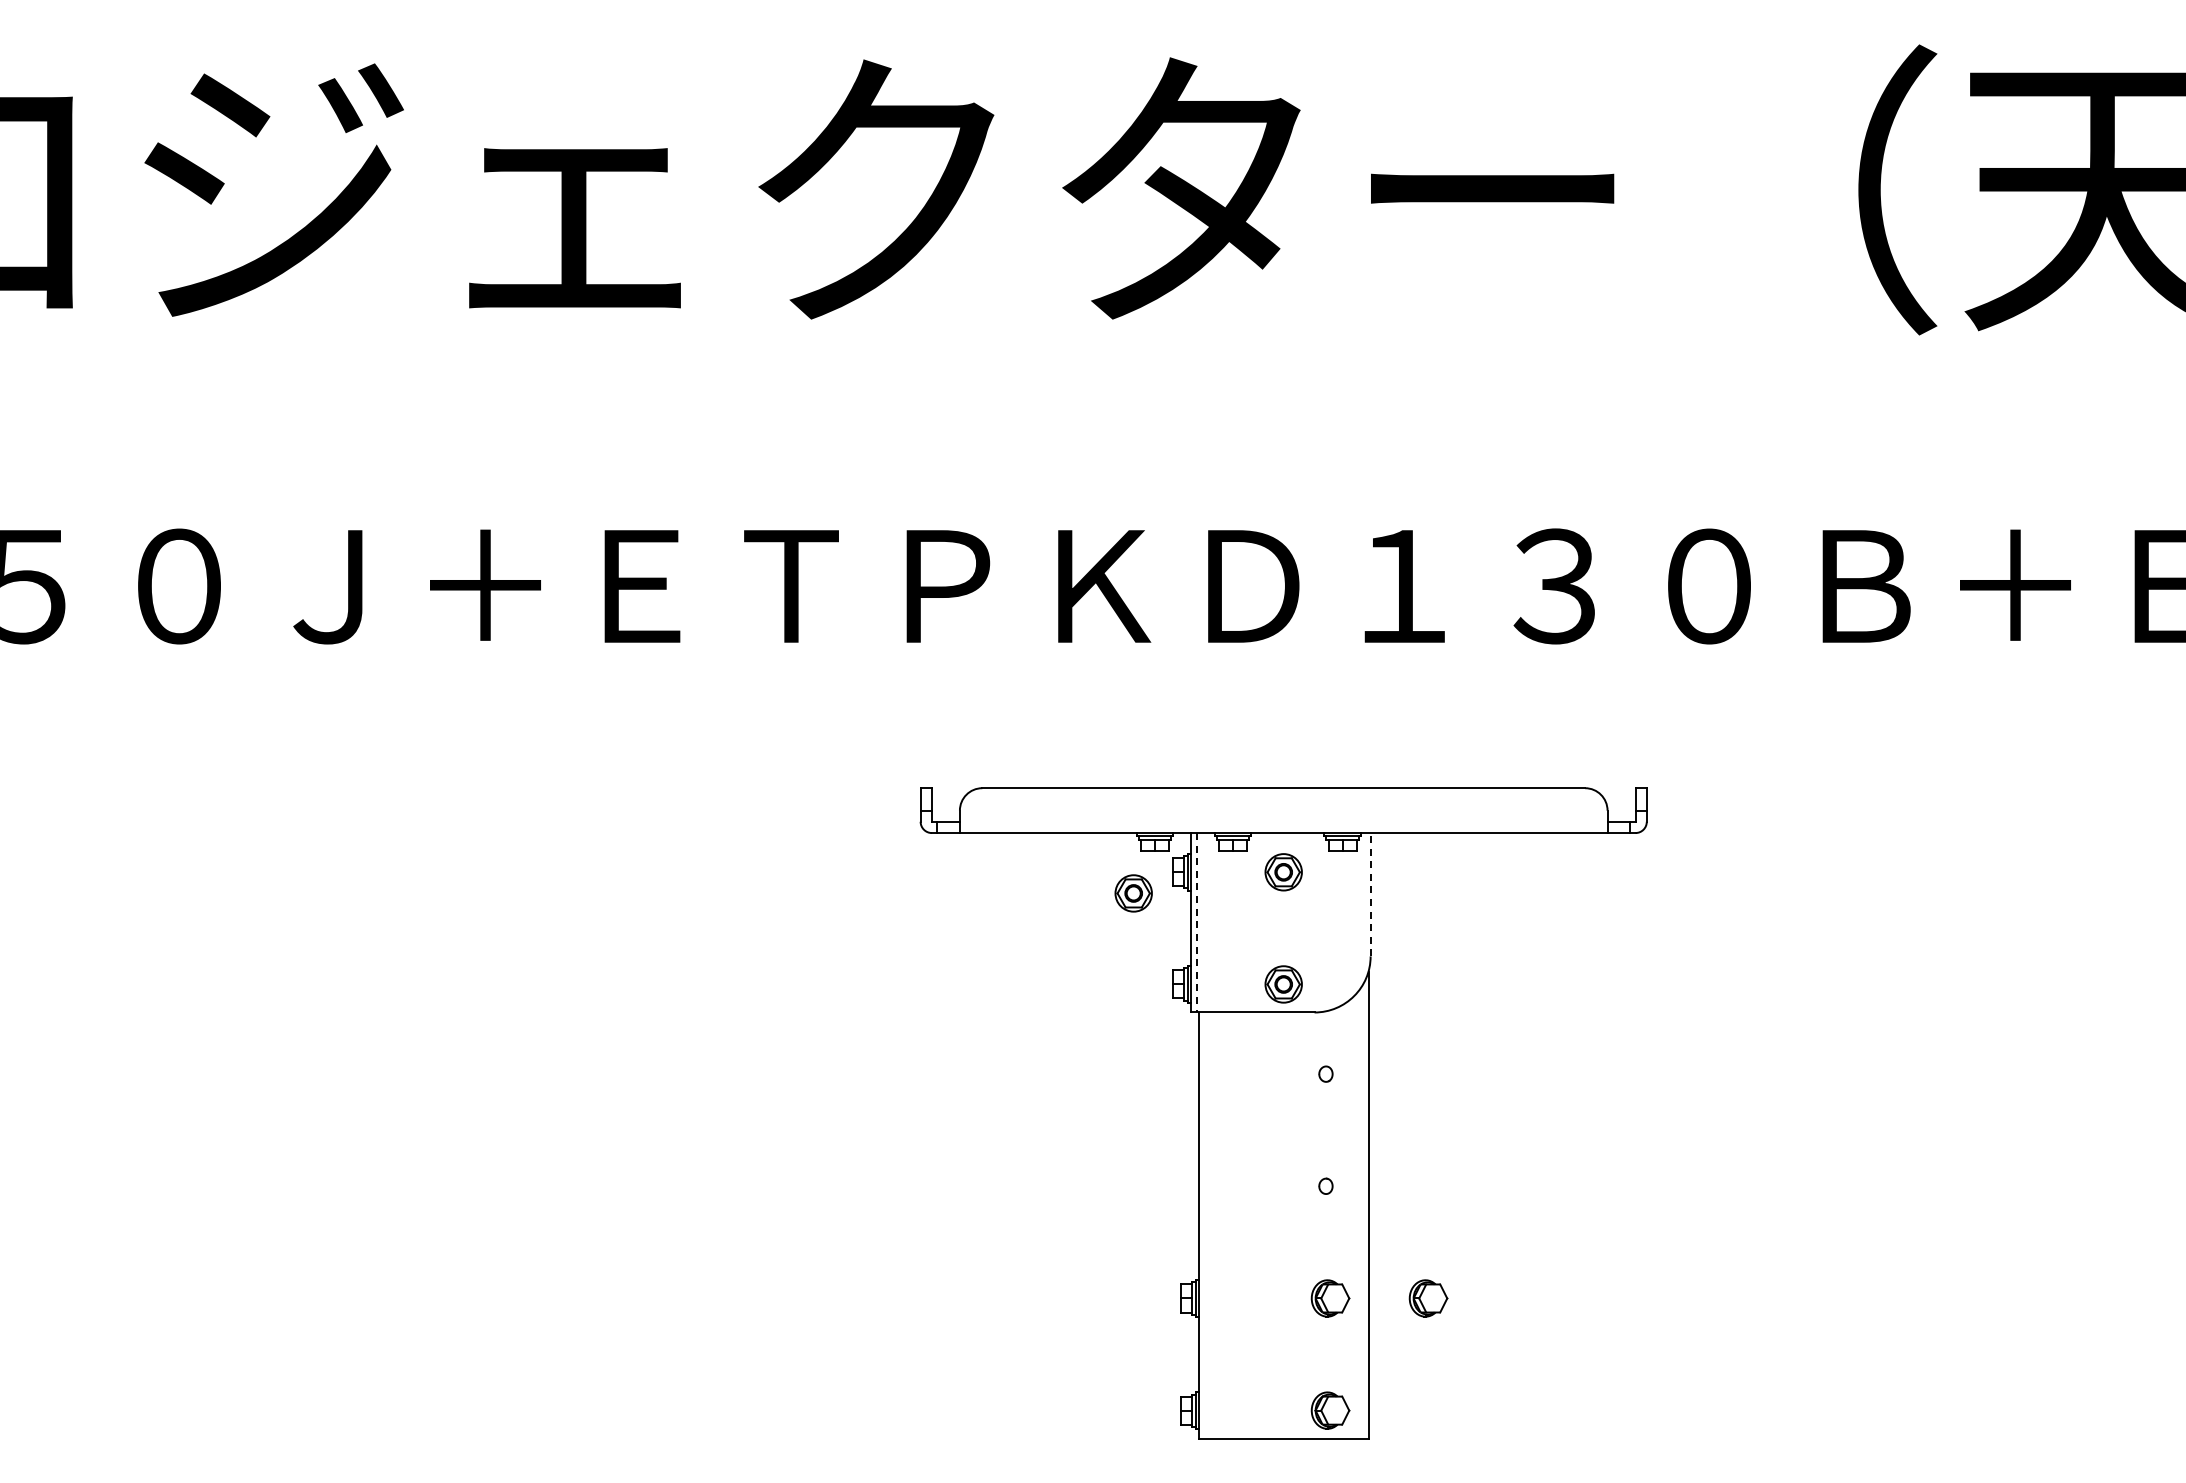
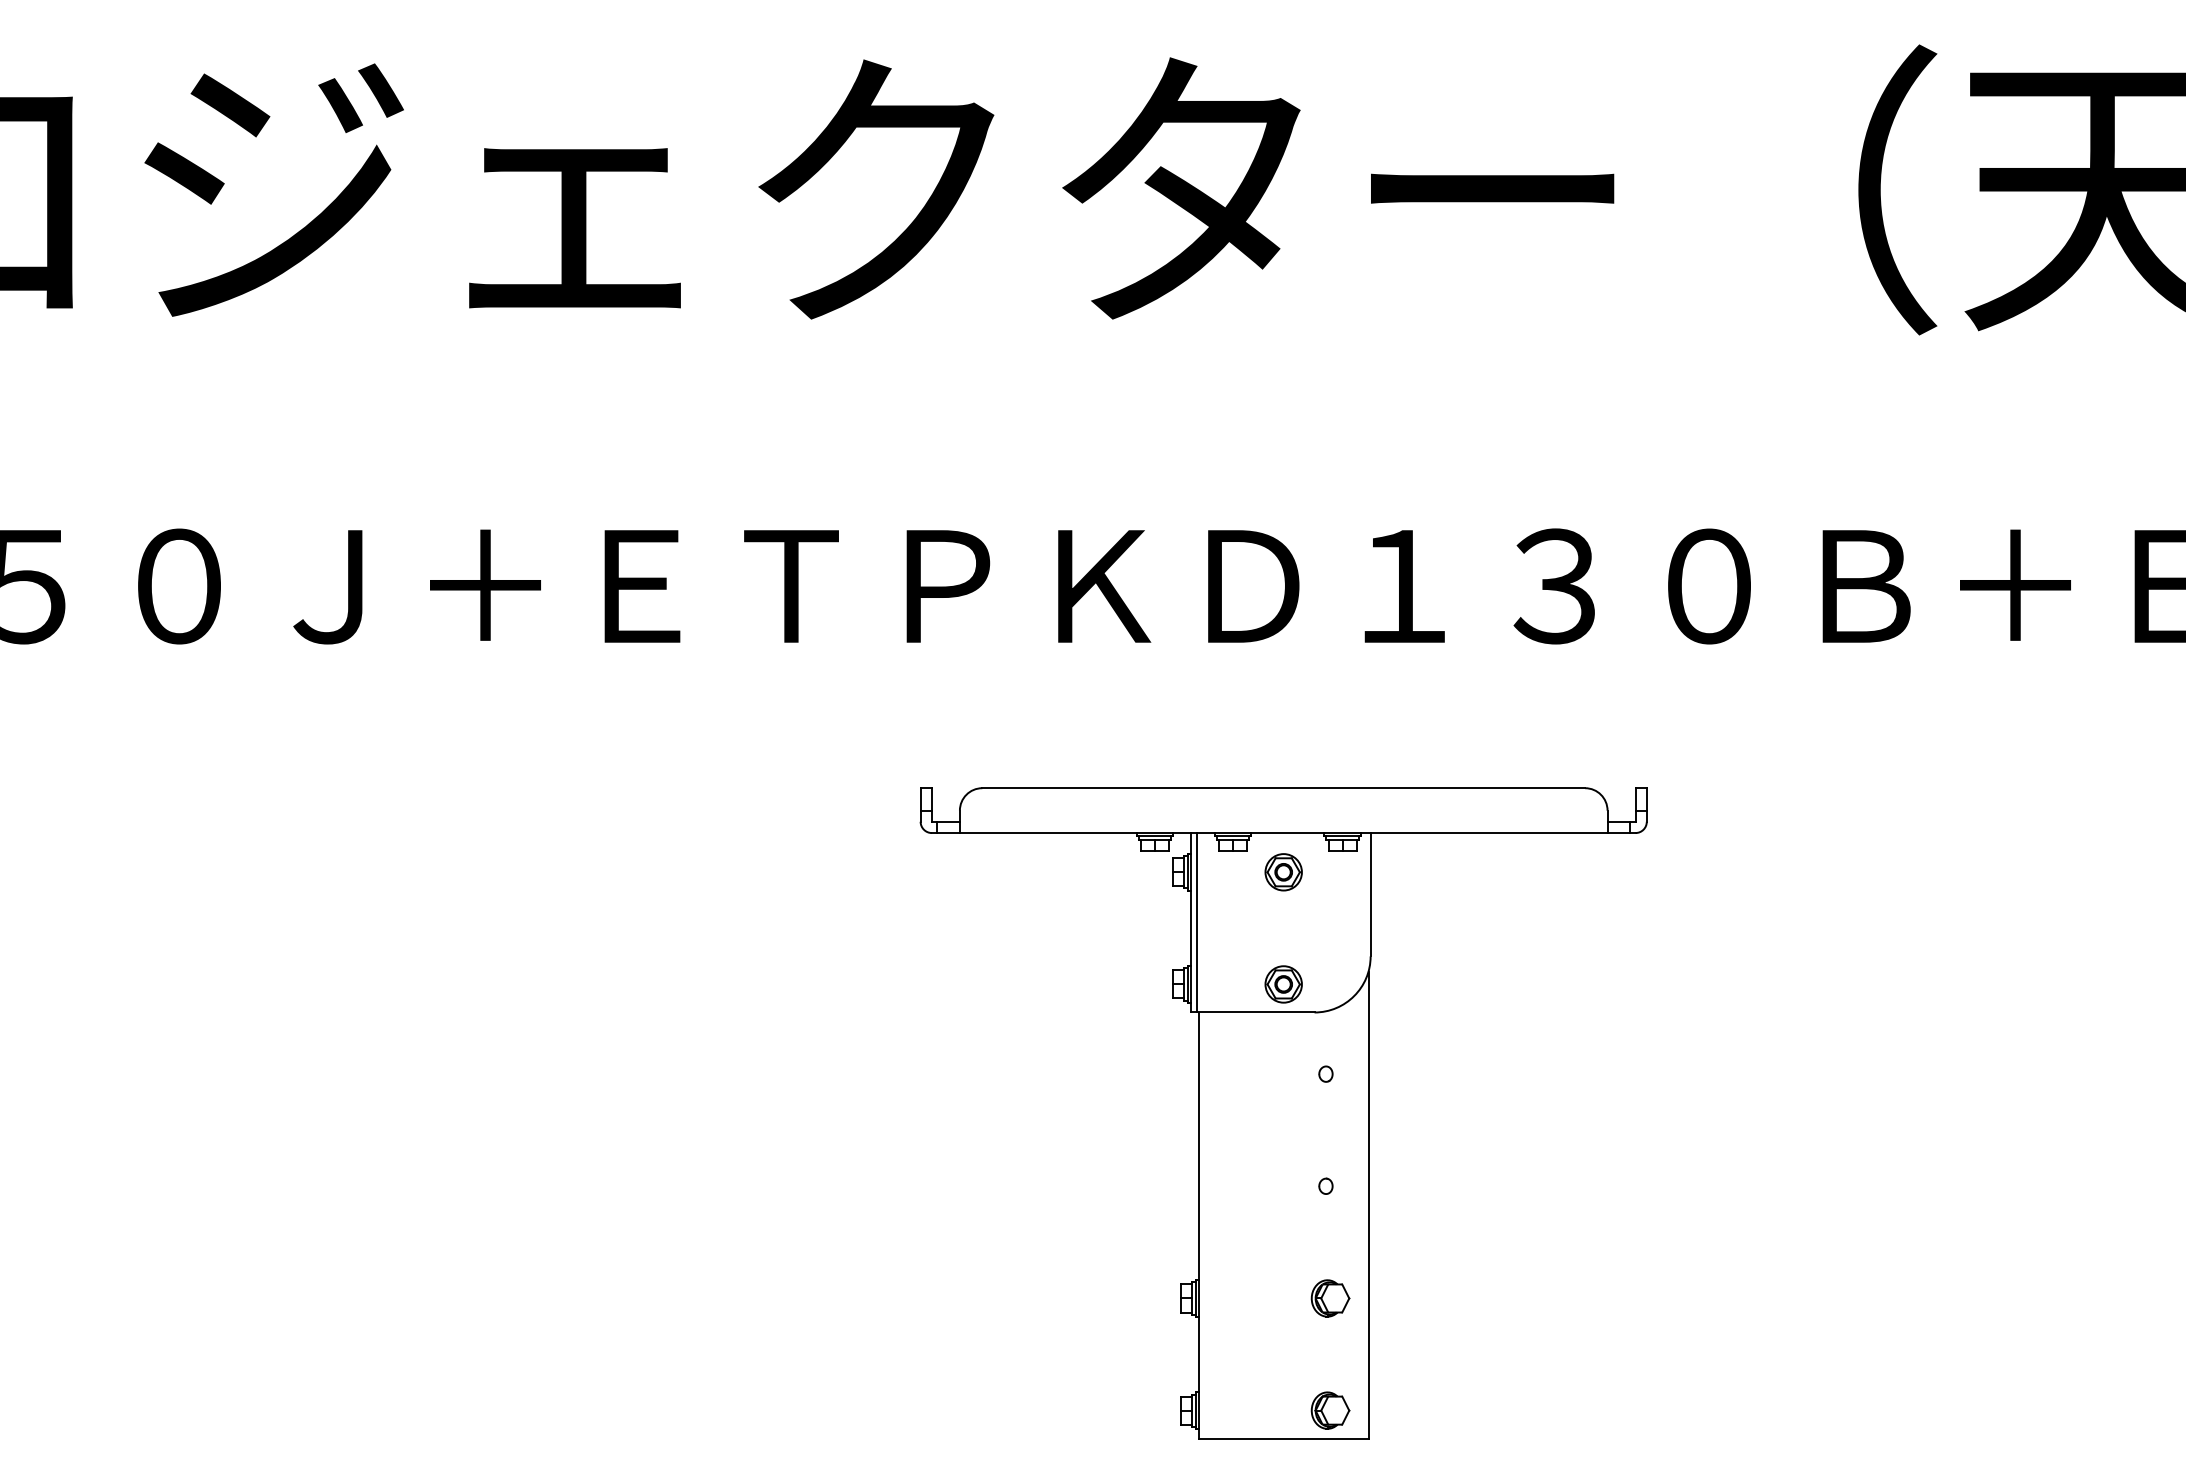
part at (1133, 893): present -> none
line at (1370, 894): dashed -> solid
line at (1196, 922): dashed -> solid
part at (1428, 1298): present -> none
